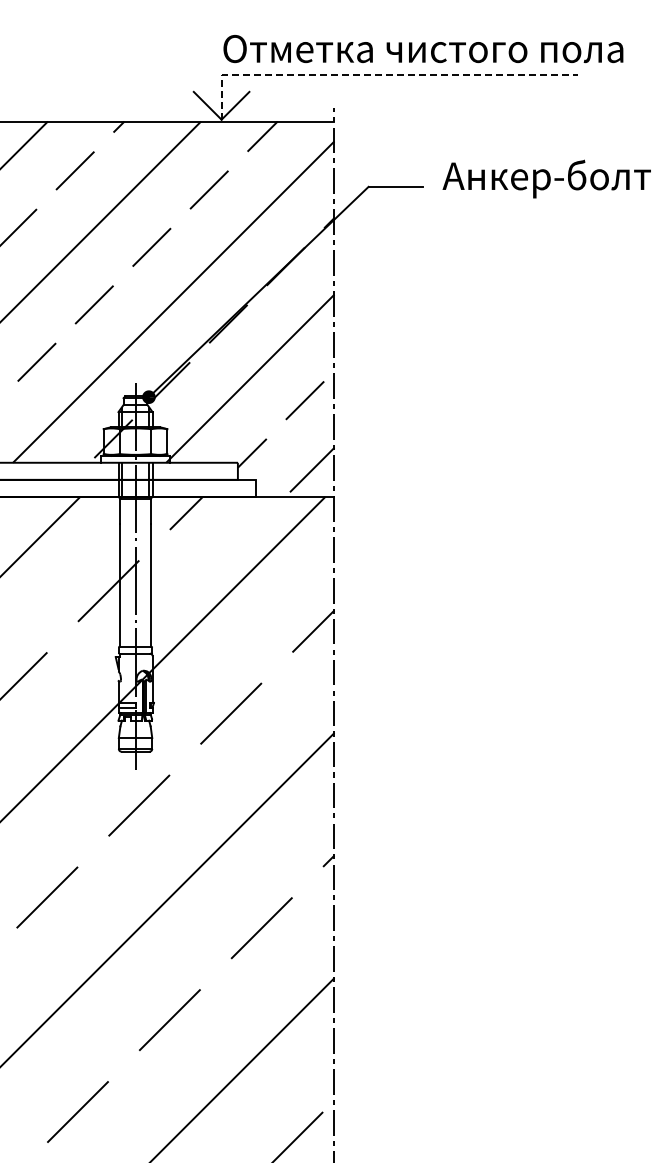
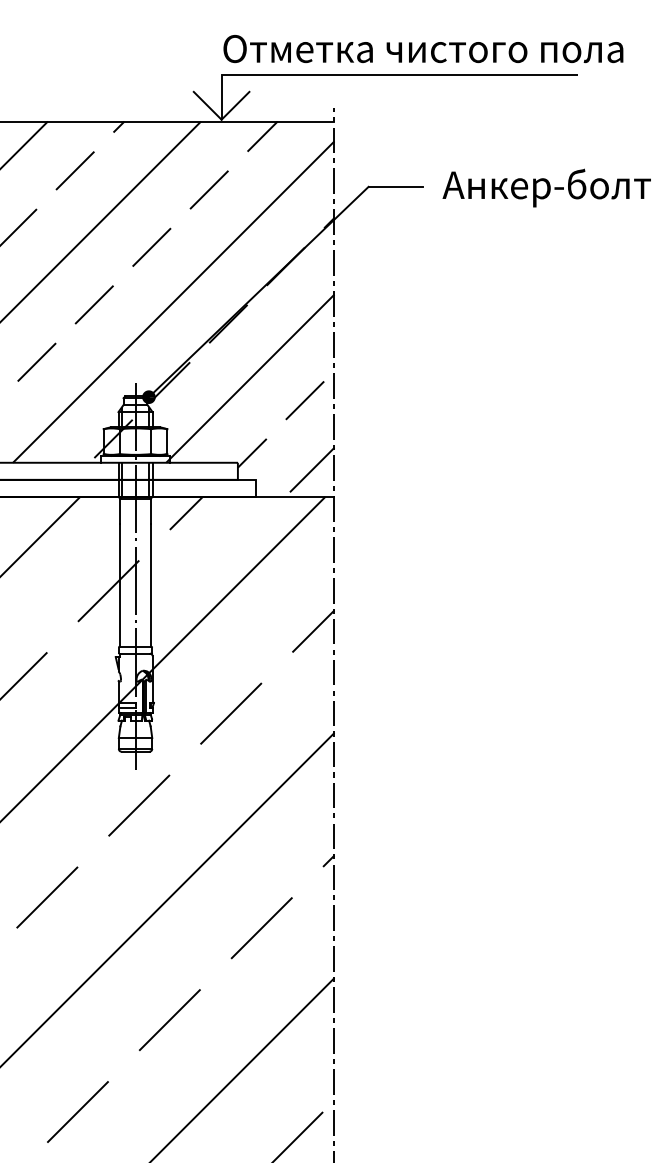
line at (376, 75): dashed -> solid
text at (546, 178) position: (546, 178) -> (546, 187)
